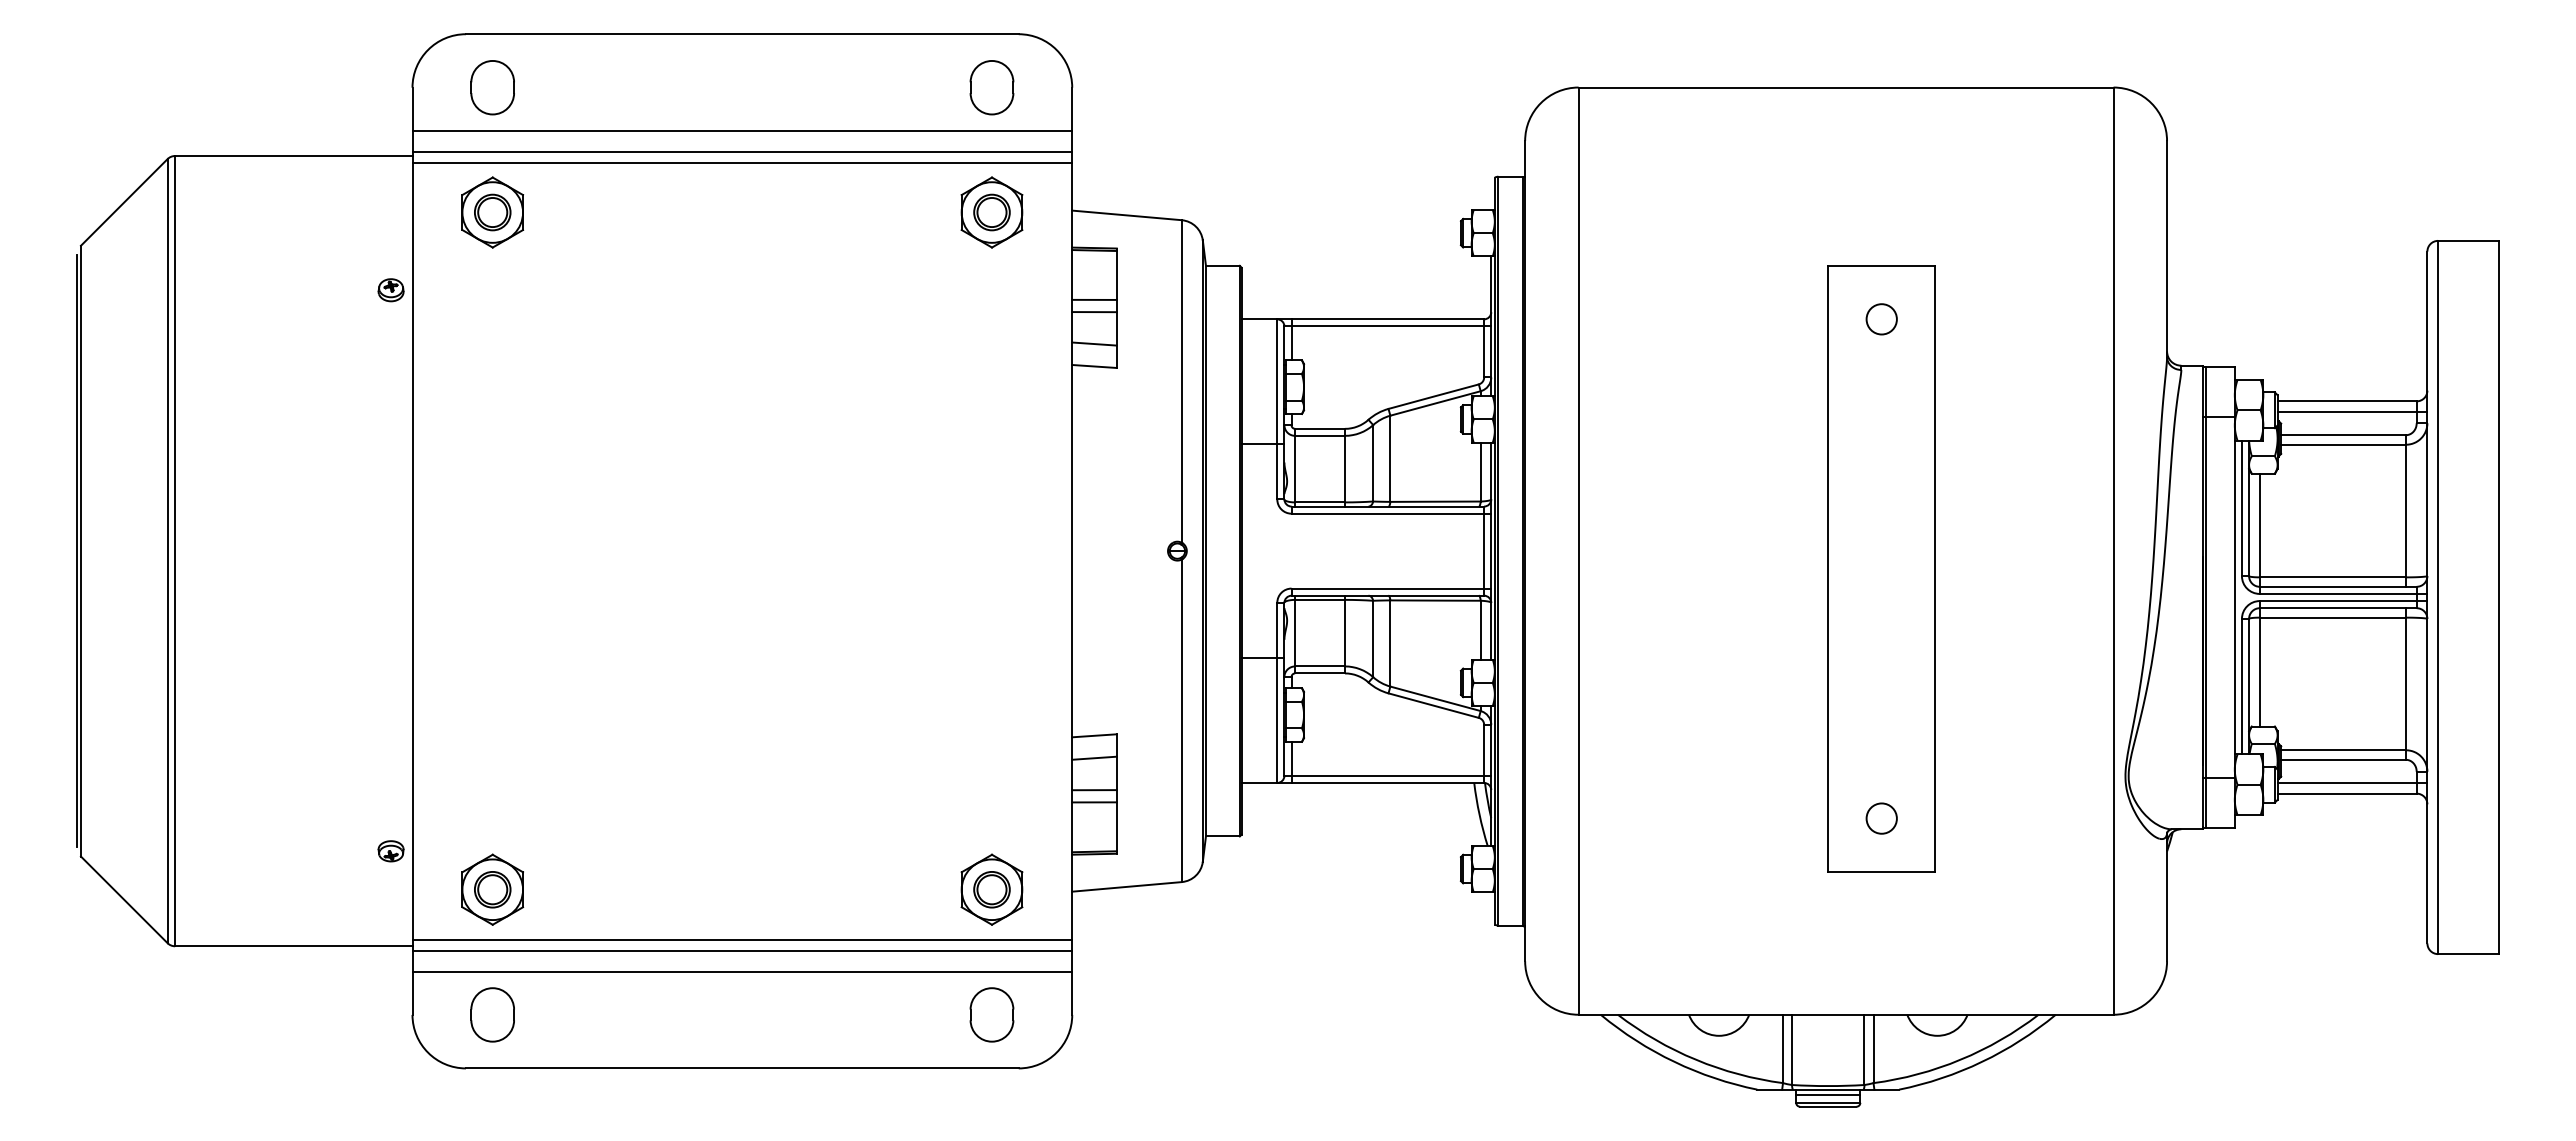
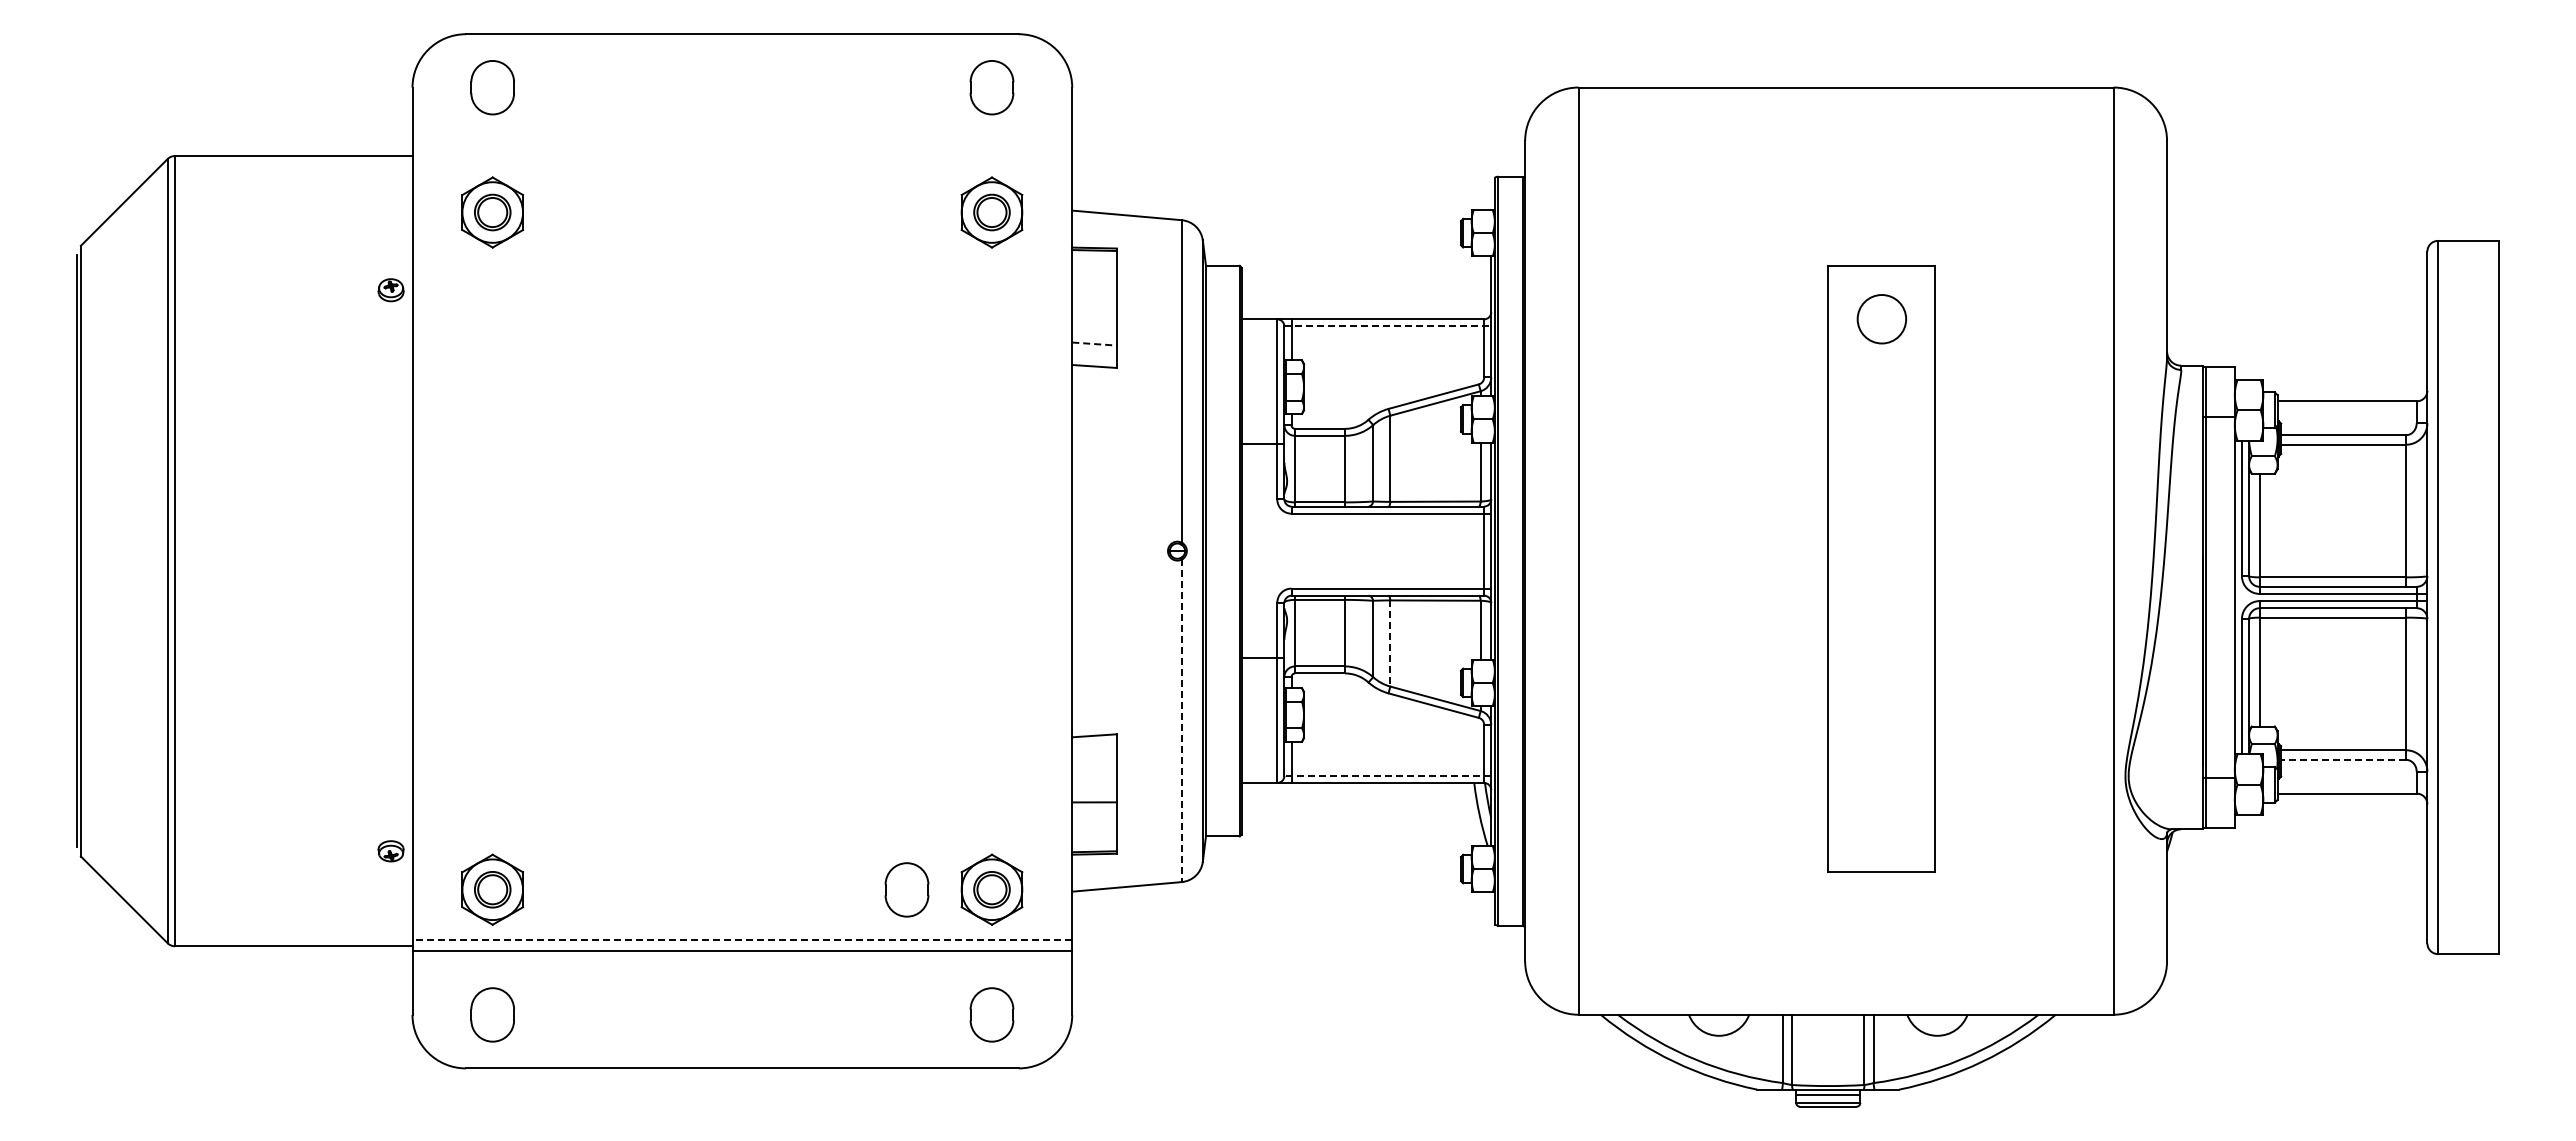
line at (742, 130): present -> none
line at (742, 151): present -> none
line at (742, 162): present -> none
line at (1094, 299): present -> none
line at (1094, 312): present -> none
circle at (1881, 319) size: 33x33 px -> 52x51 px
line at (1388, 326): solid -> dashed
line at (1095, 344): solid -> dashed
line at (2352, 412): present -> none
line at (1390, 643): solid -> dashed
line at (1181, 721): solid -> dashed
line at (1094, 757): present -> none
line at (2343, 759): solid -> dashed
line at (1387, 775): solid -> dashed
line at (2352, 782): present -> none
line at (1094, 790): present -> none
circle at (1881, 818): present -> none
part at (906, 889): none -> present
line at (742, 940): solid -> dashed
line at (742, 972): present -> none
